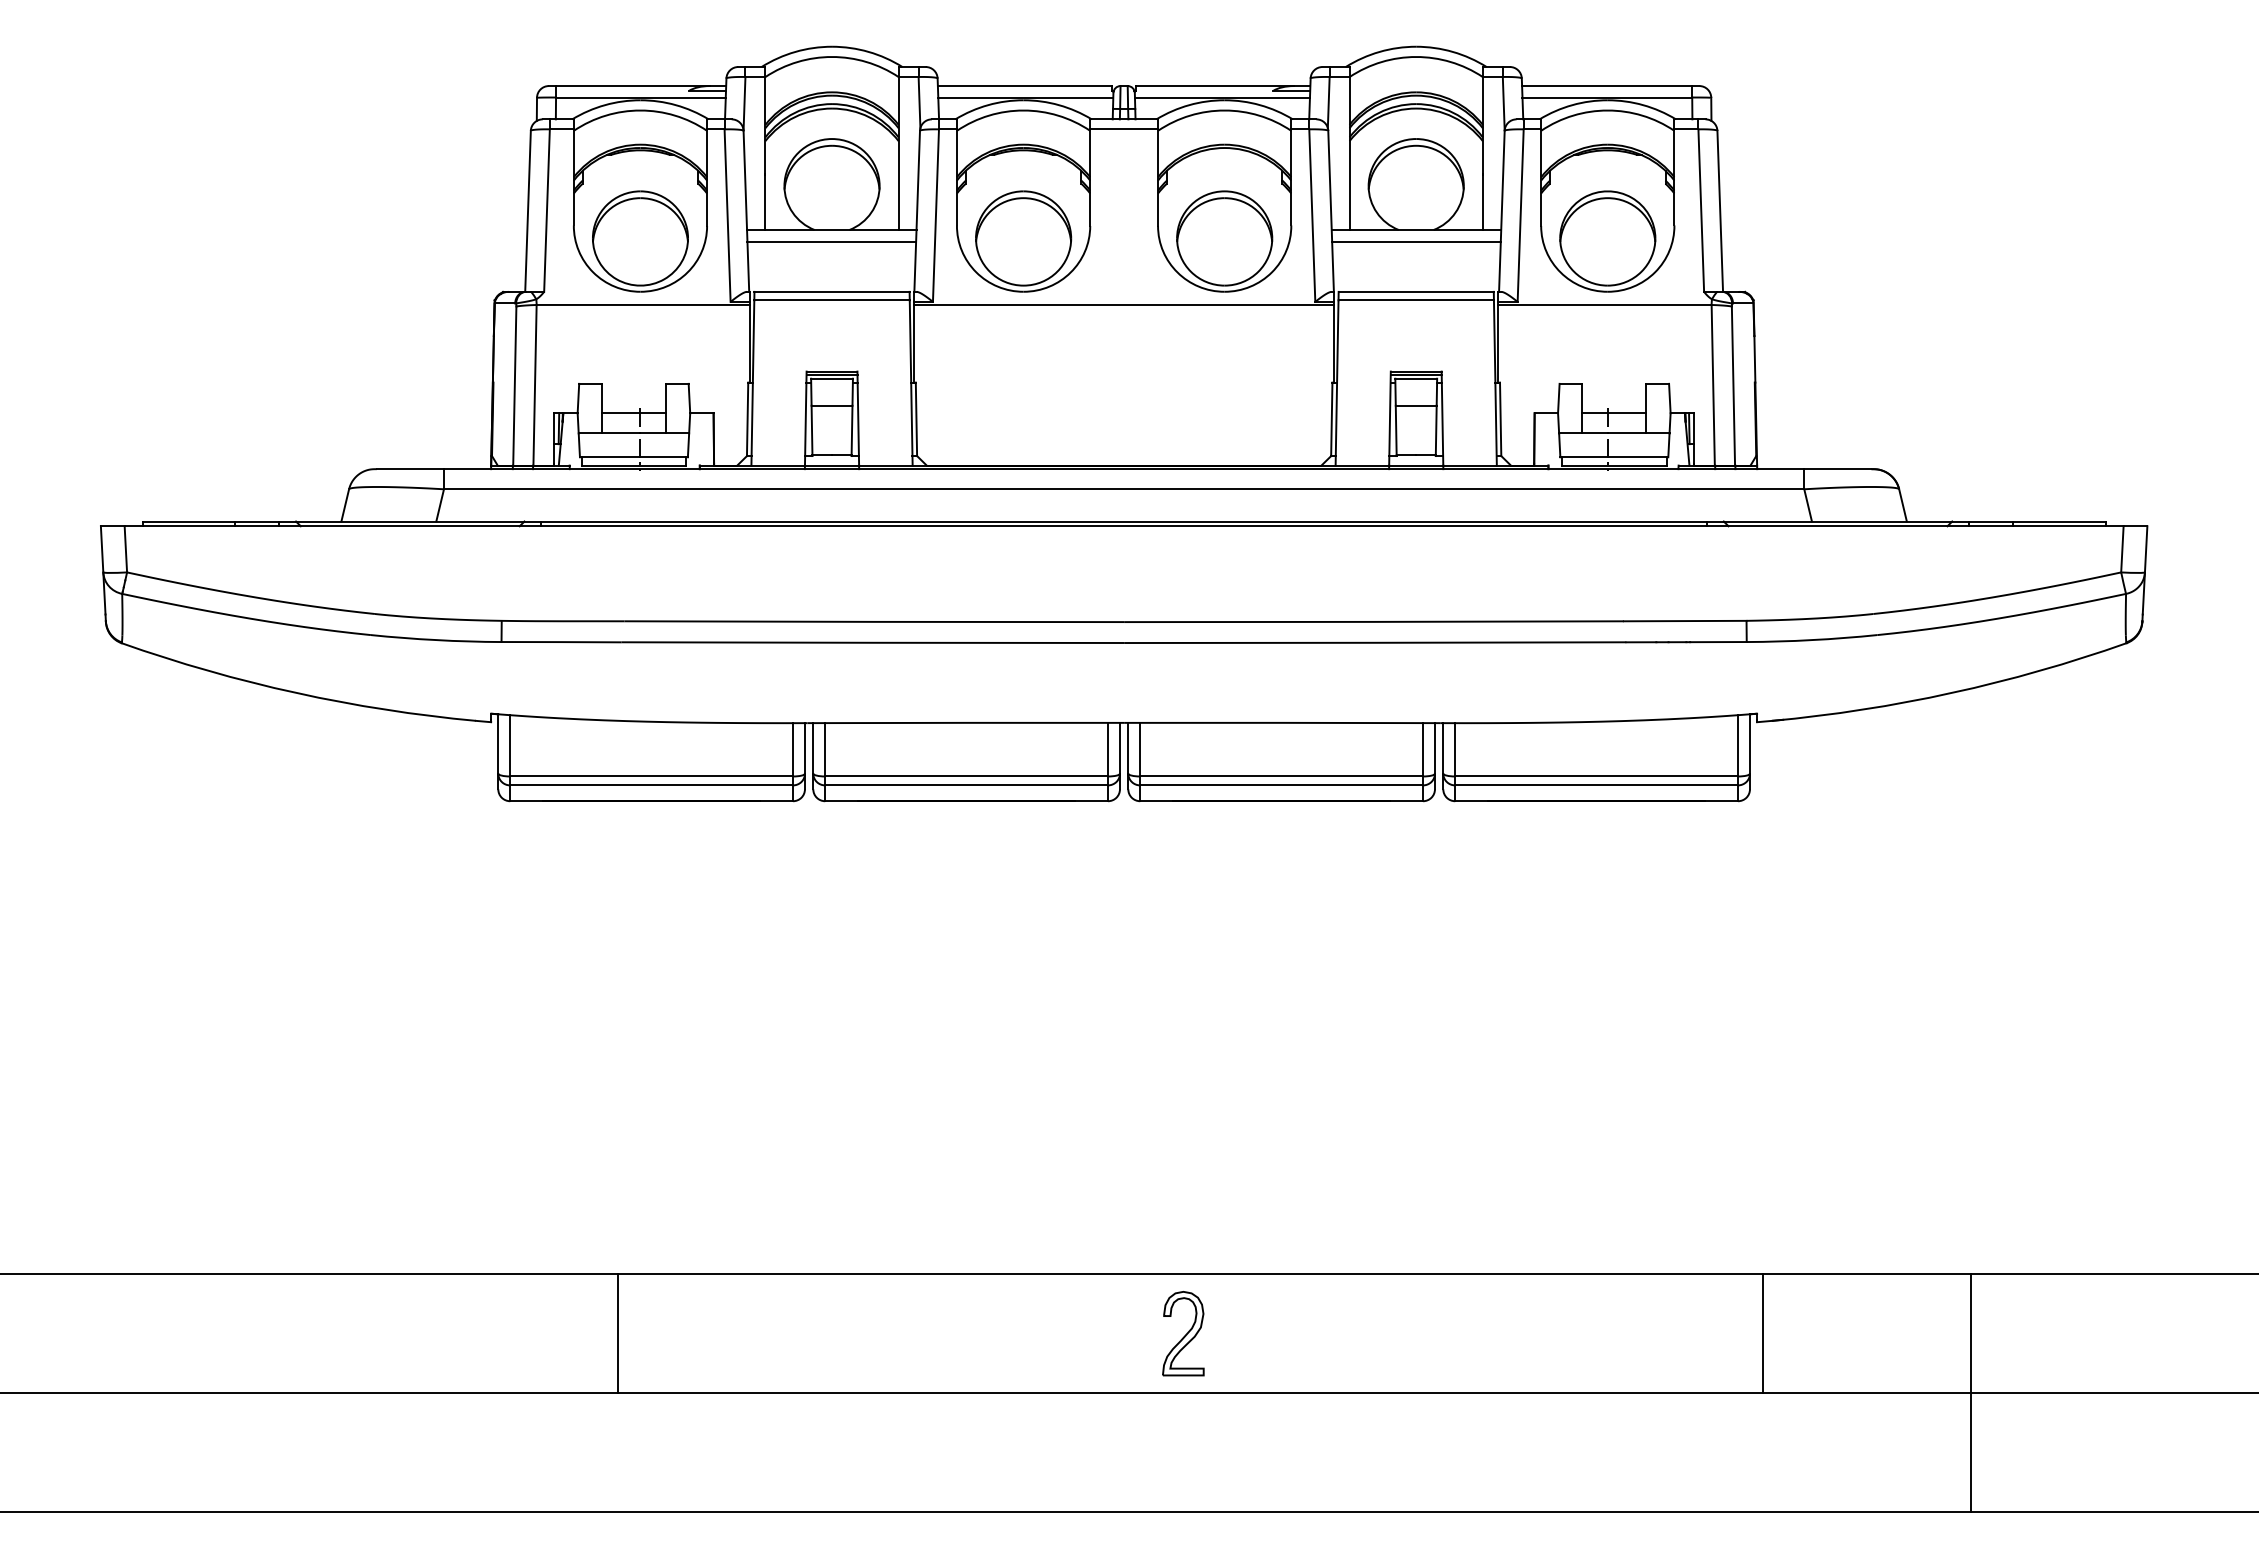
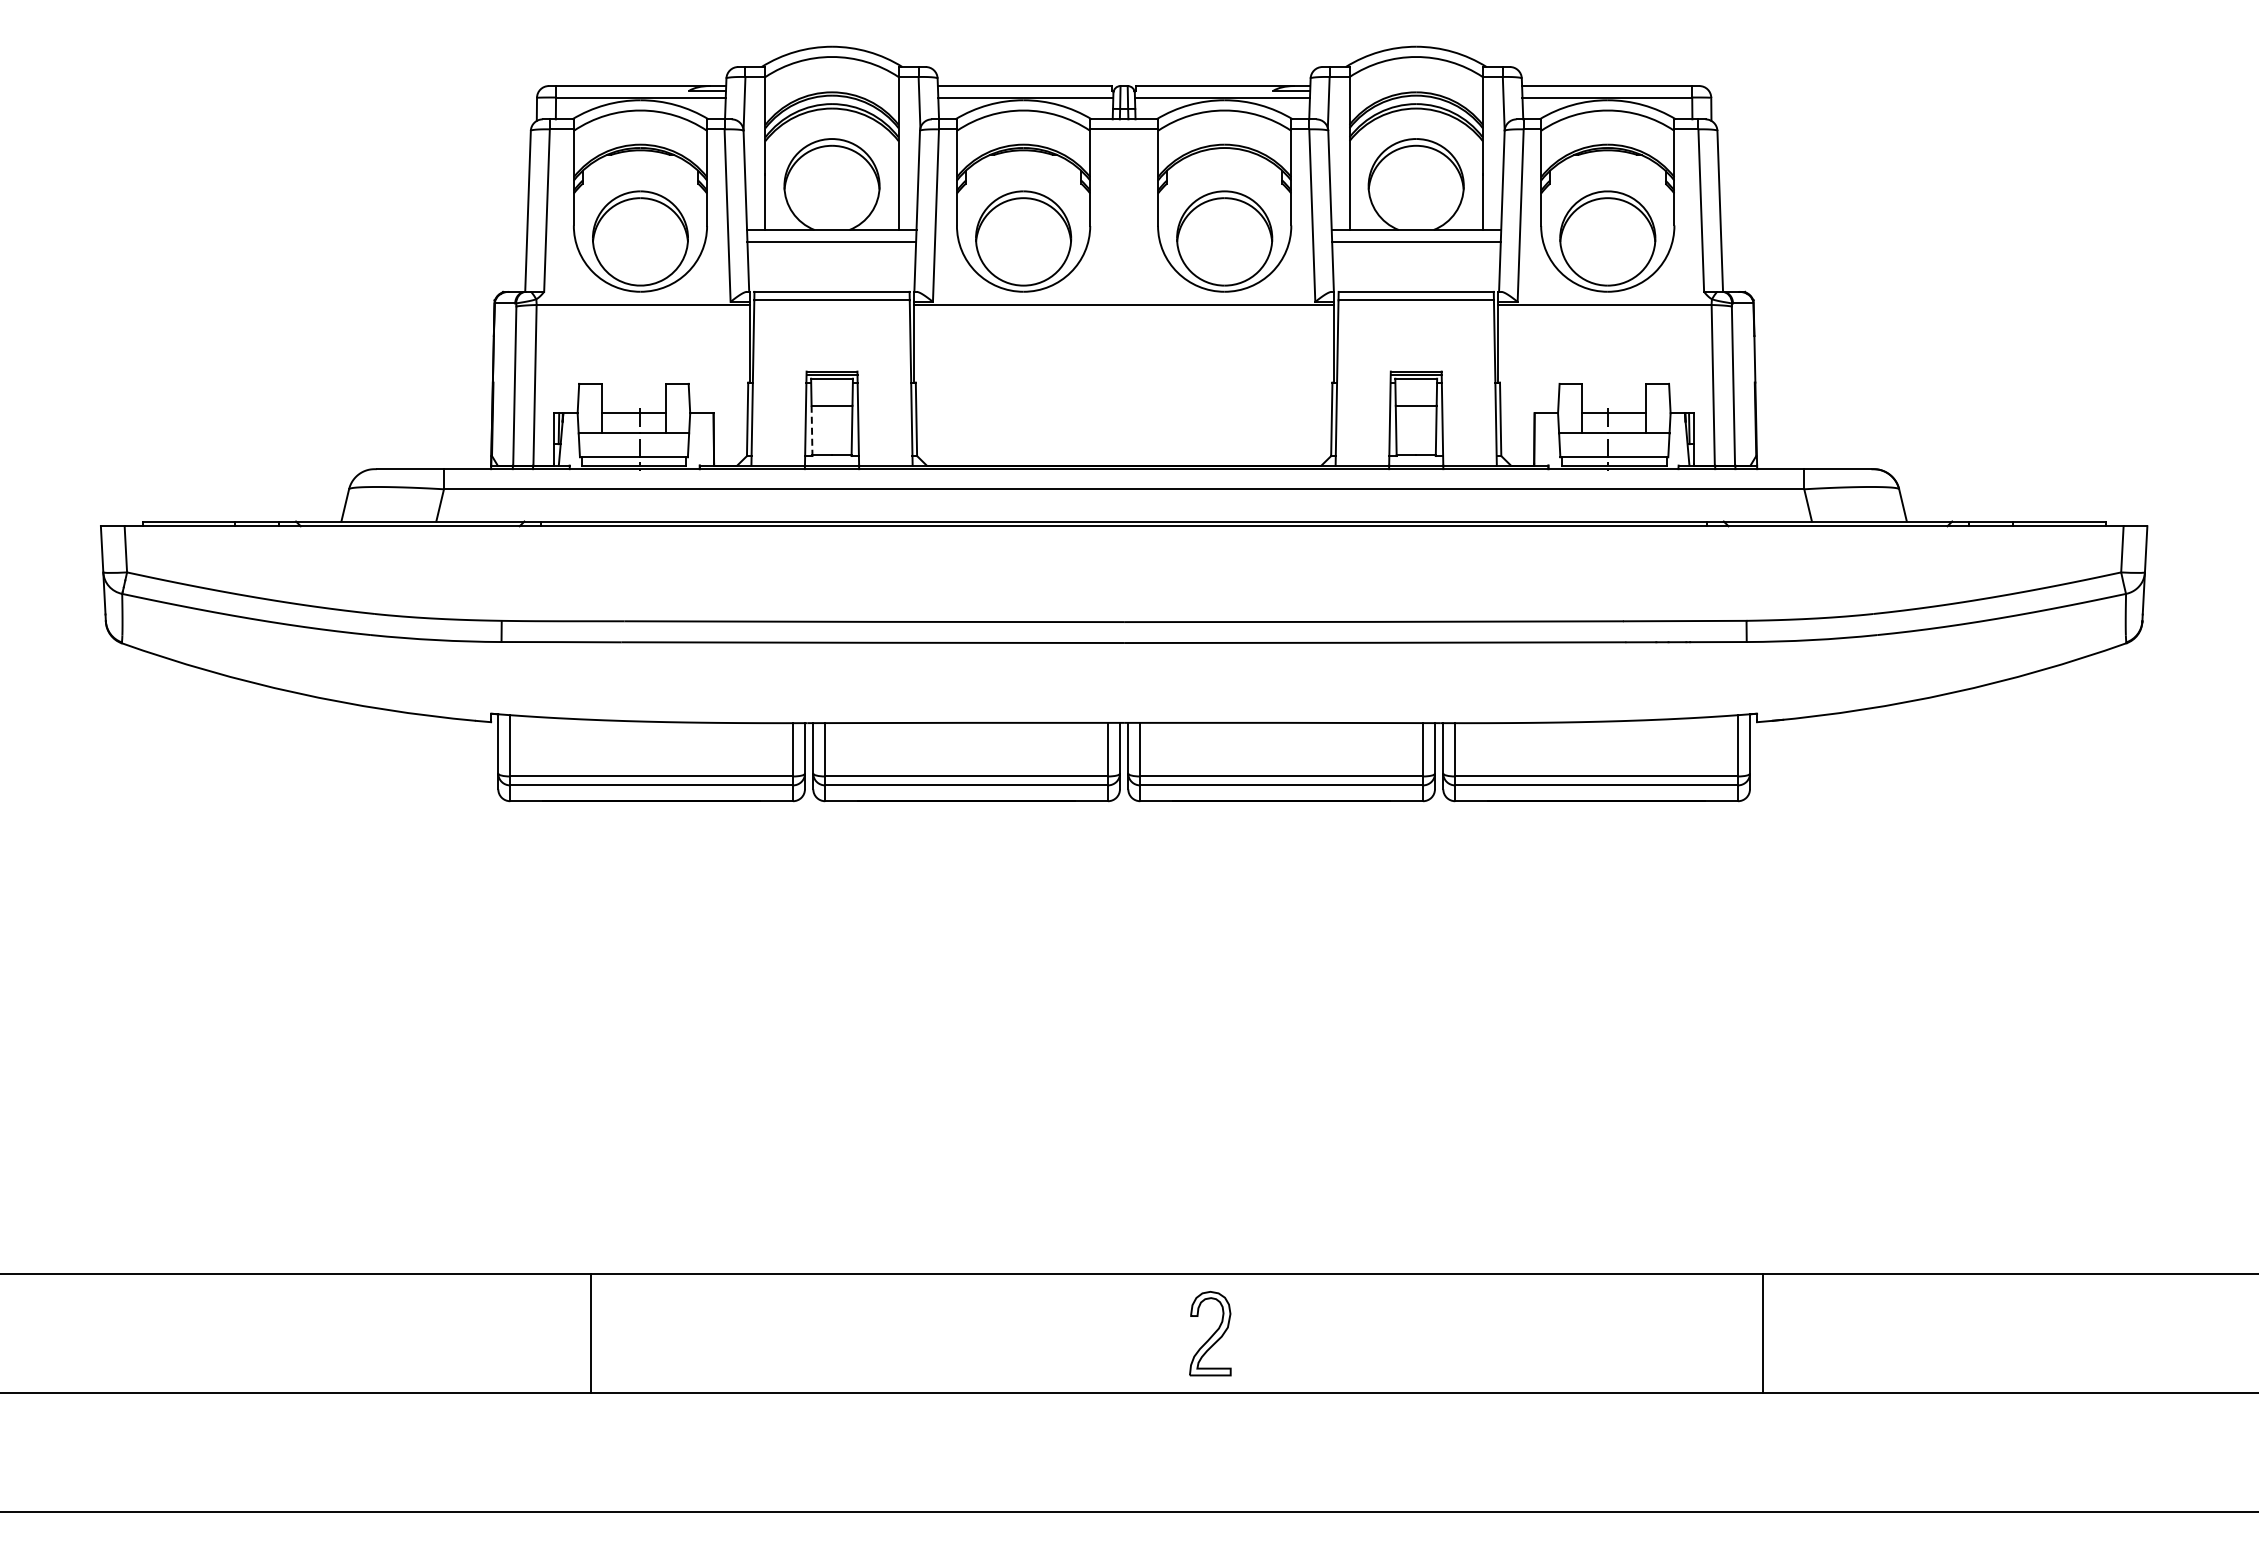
line at (812, 430): solid -> dashed
line at (617, 1333) position: (617, 1333) -> (590, 1333)
part at (1183, 1333) position: (1183, 1333) -> (1210, 1333)
line at (1971, 1393): present -> none
